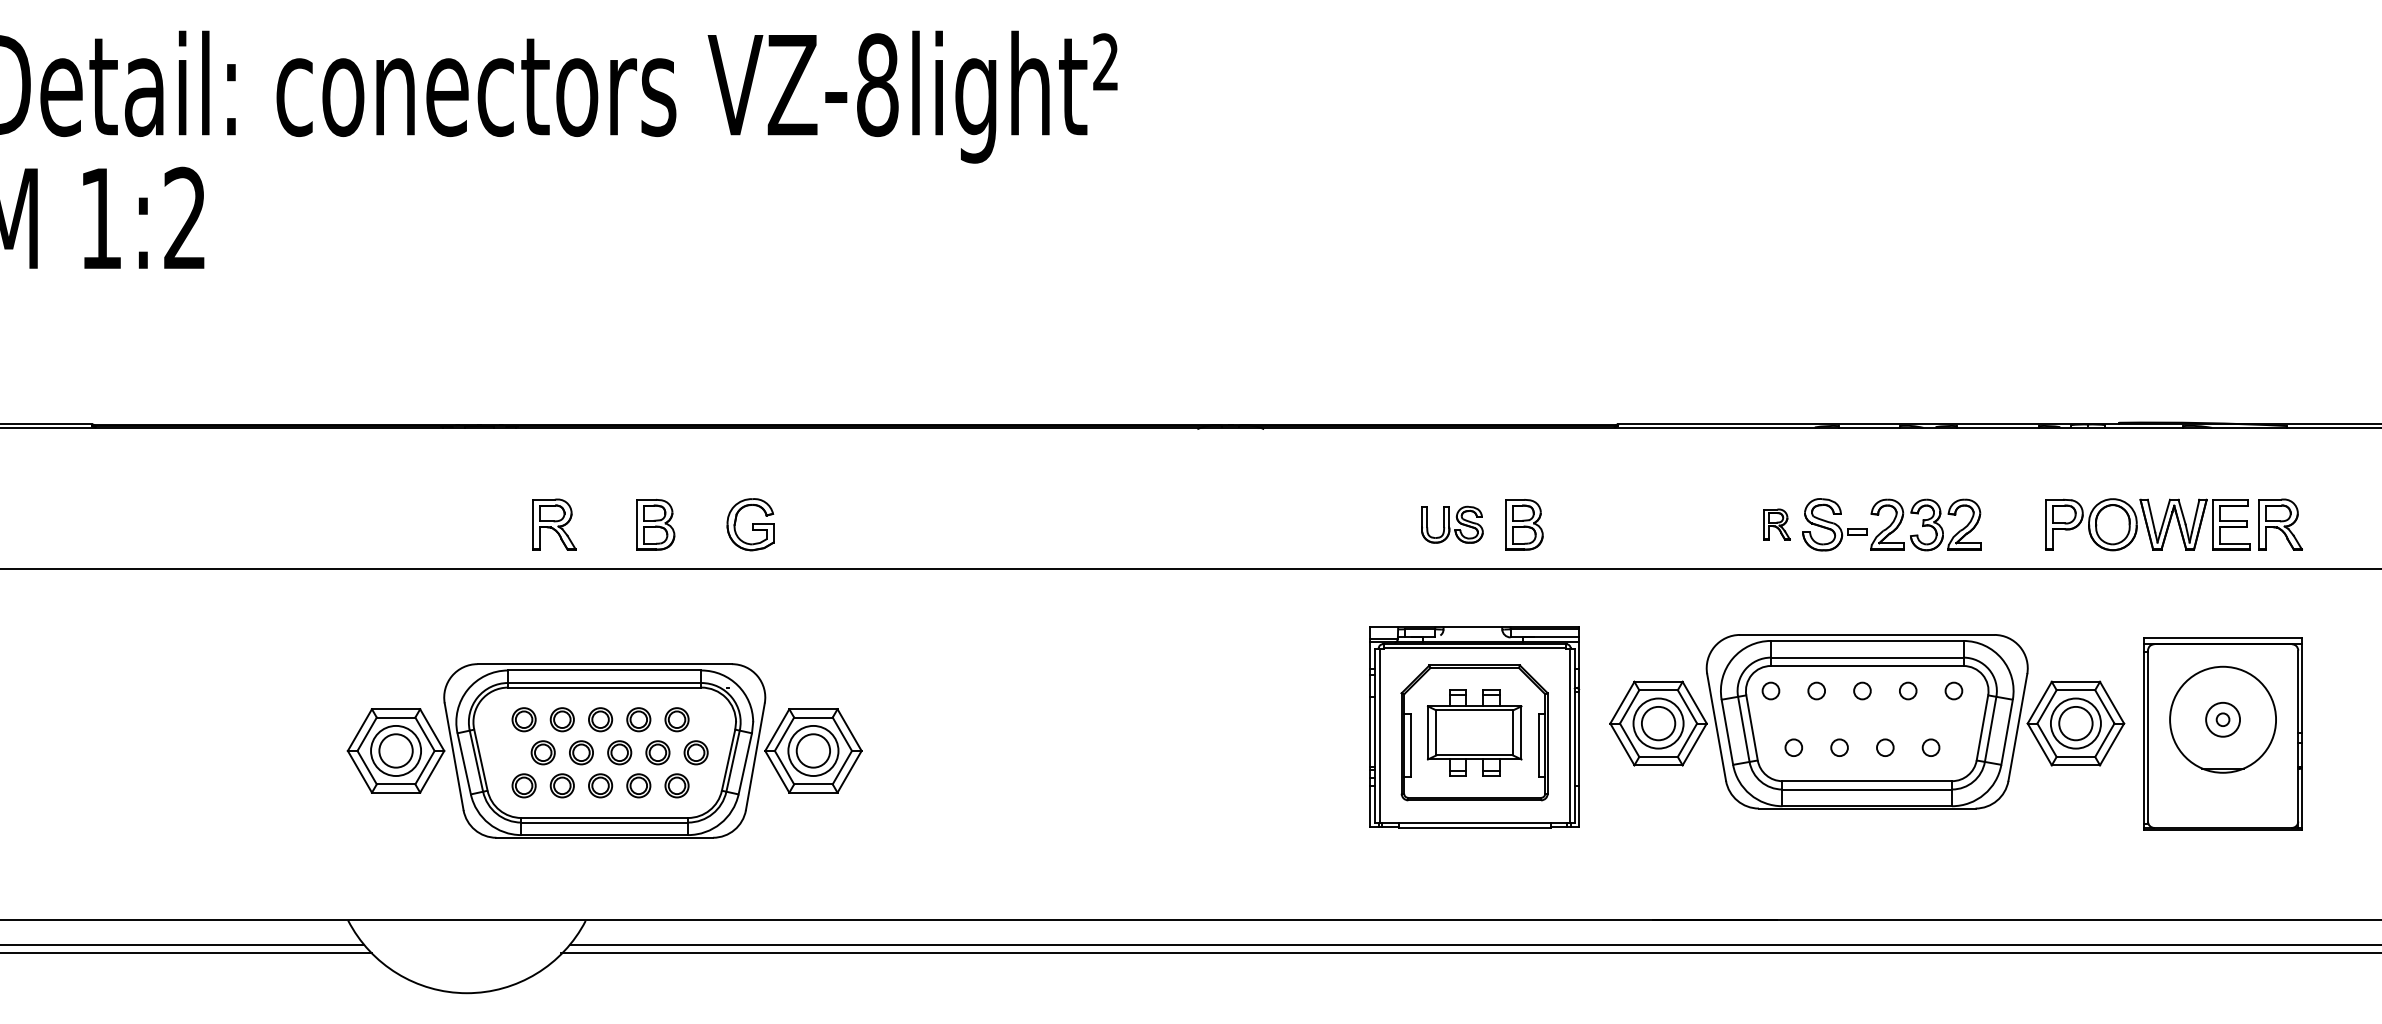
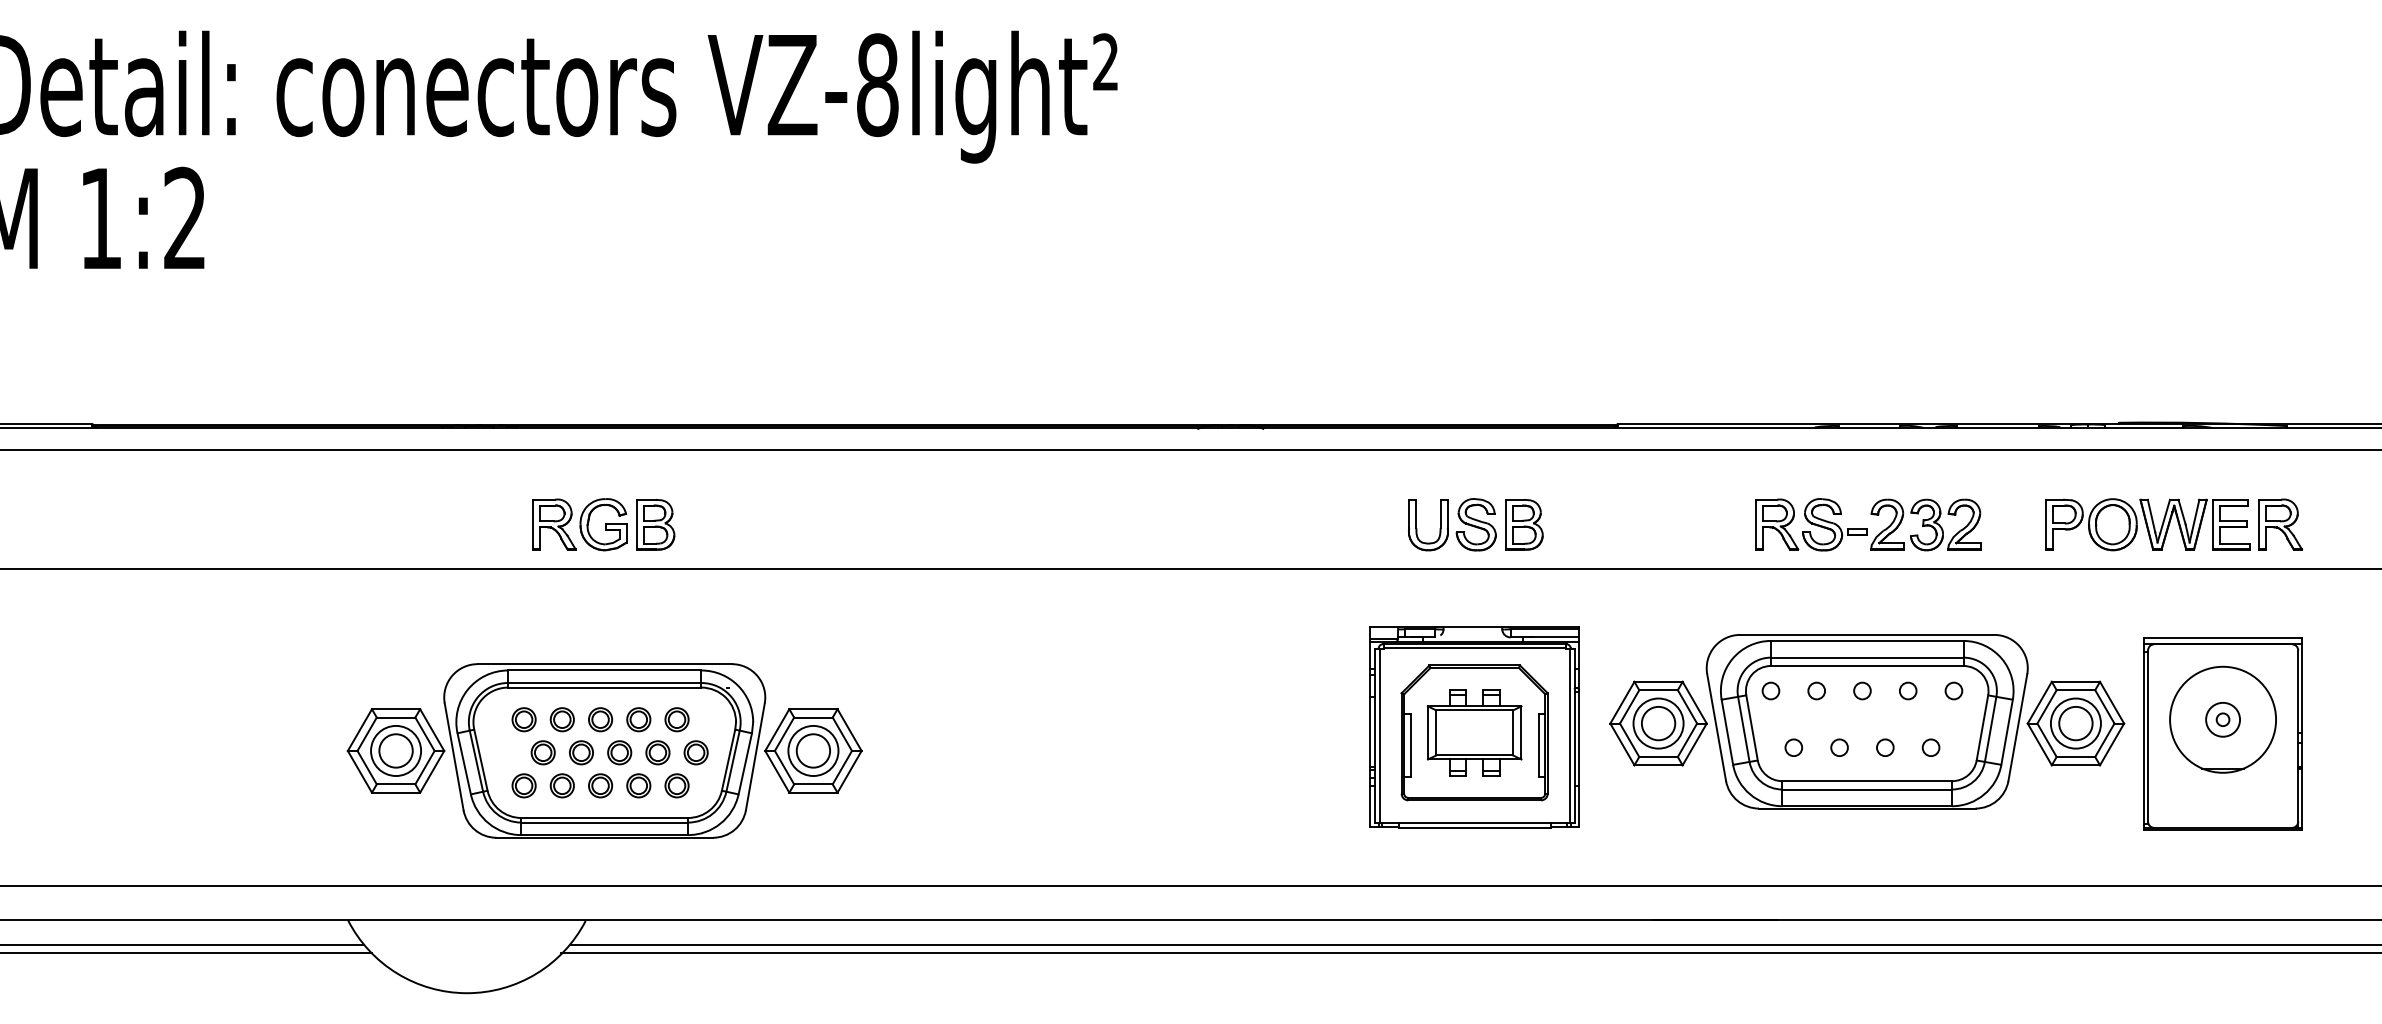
line at (1190, 449): none -> present
part at (750, 524) position: (750, 524) -> (603, 524)
part at (1452, 524) size: 63x39 px -> 89x54 px
part at (1776, 524) size: 28x33 px -> 45x53 px
line at (1190, 886): none -> present
